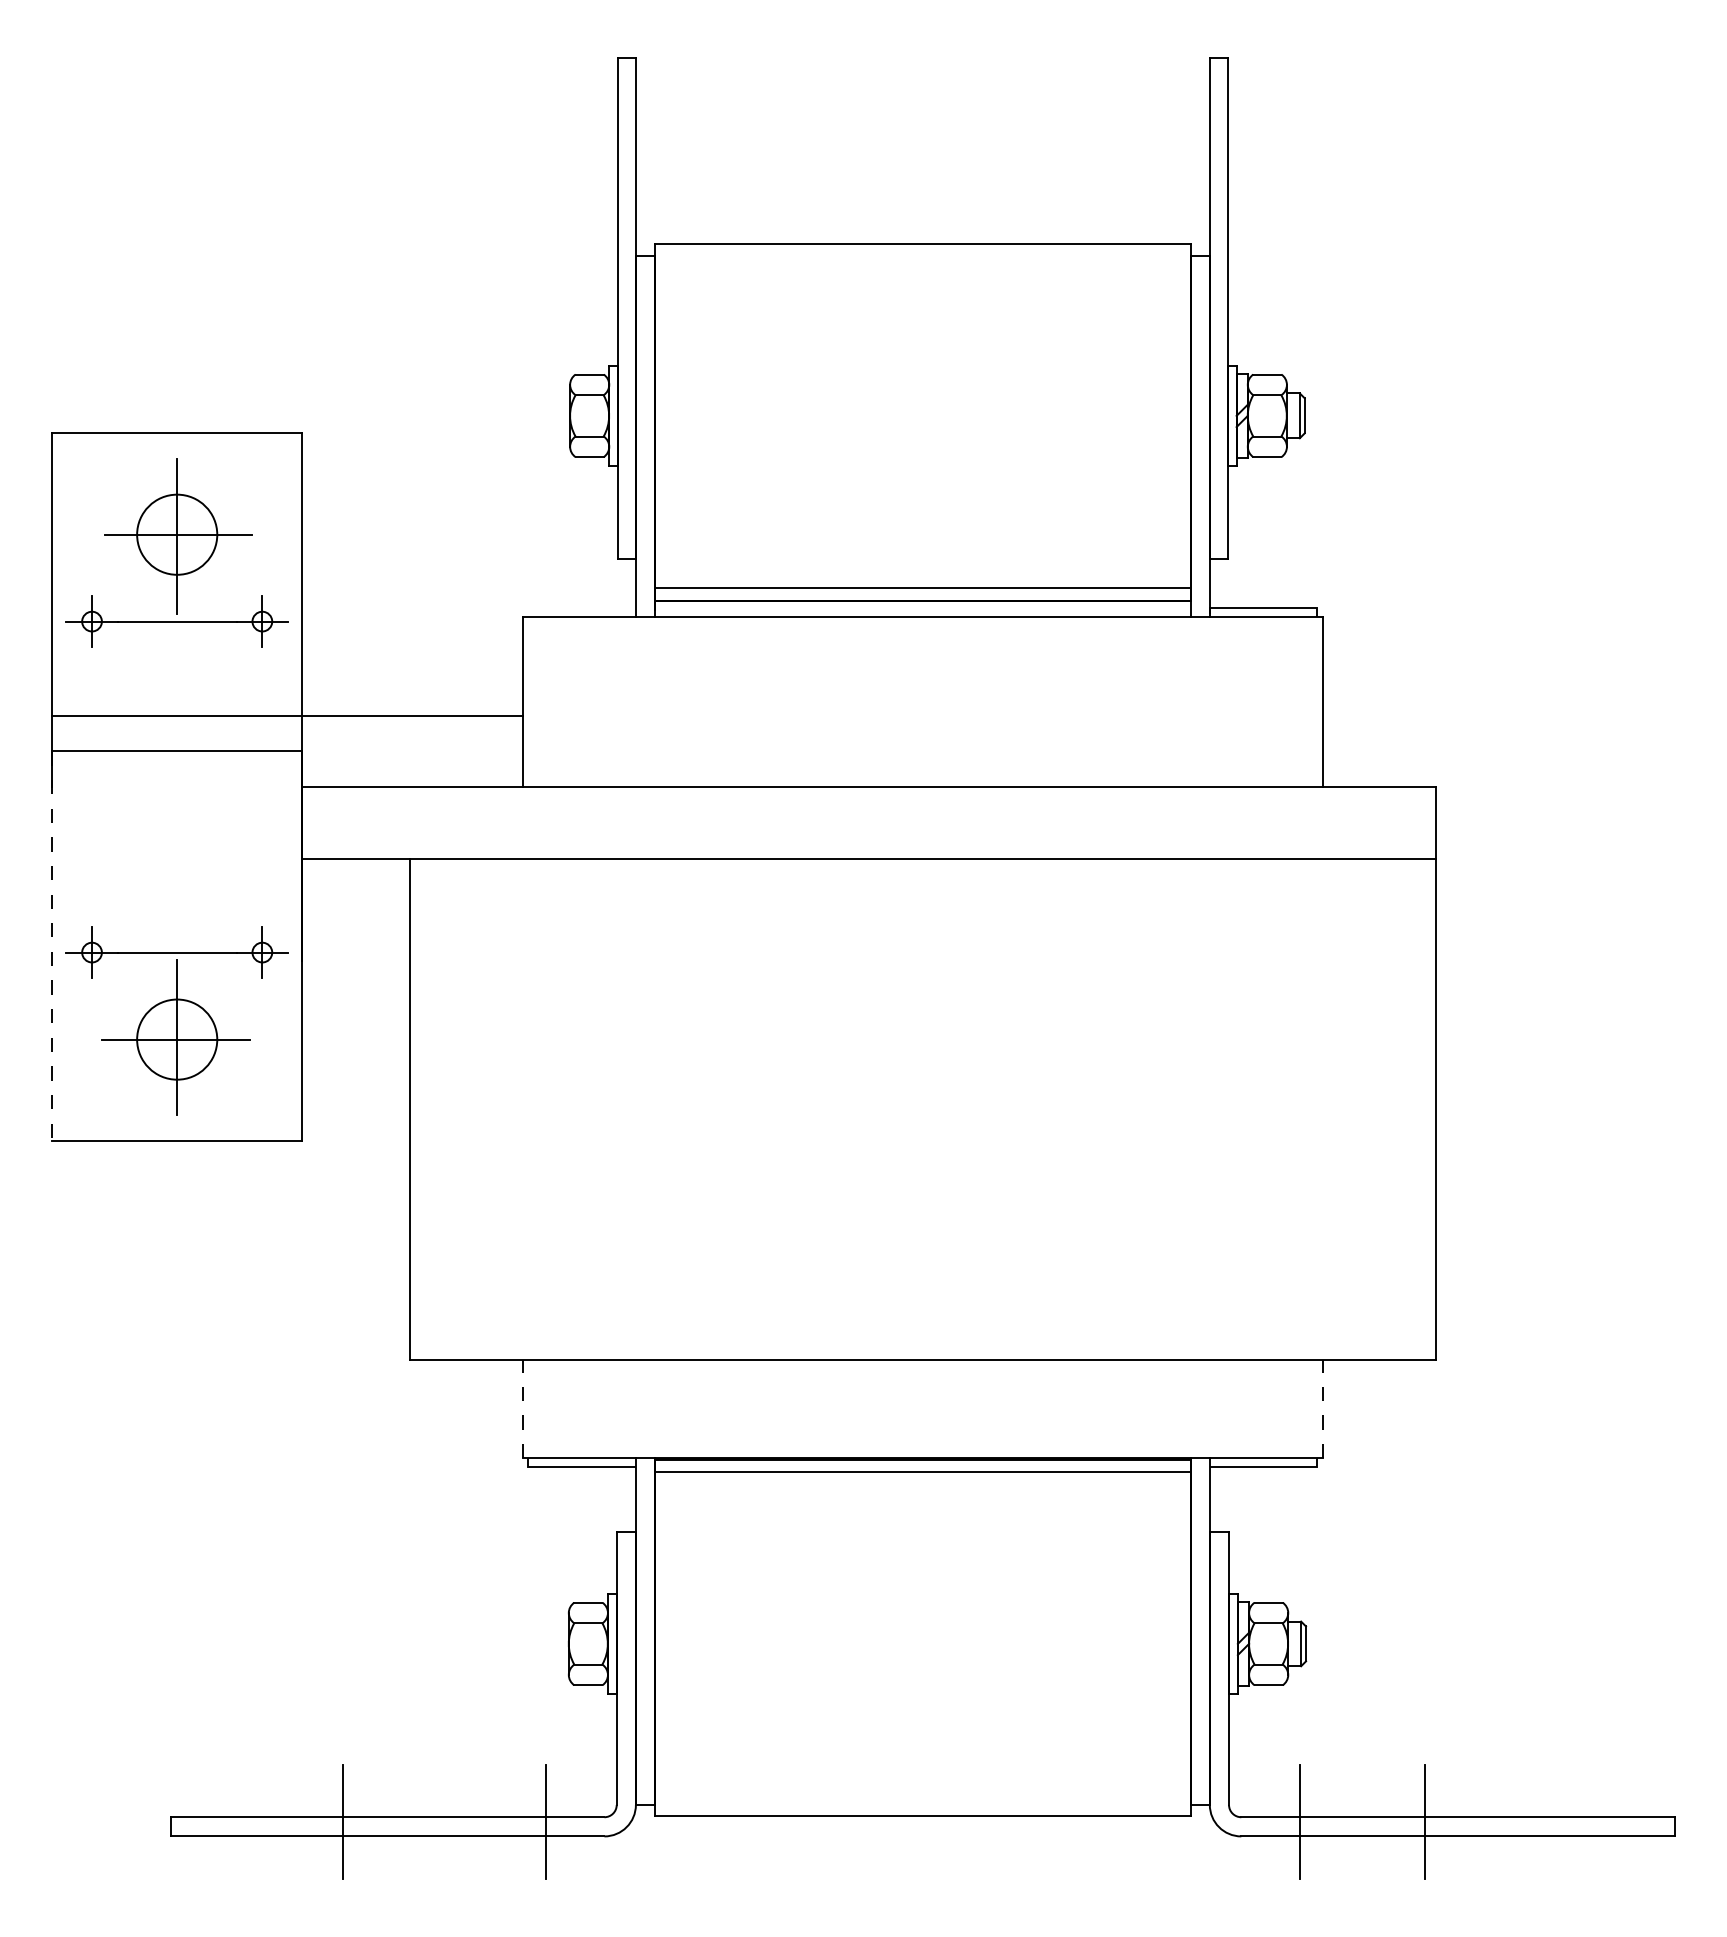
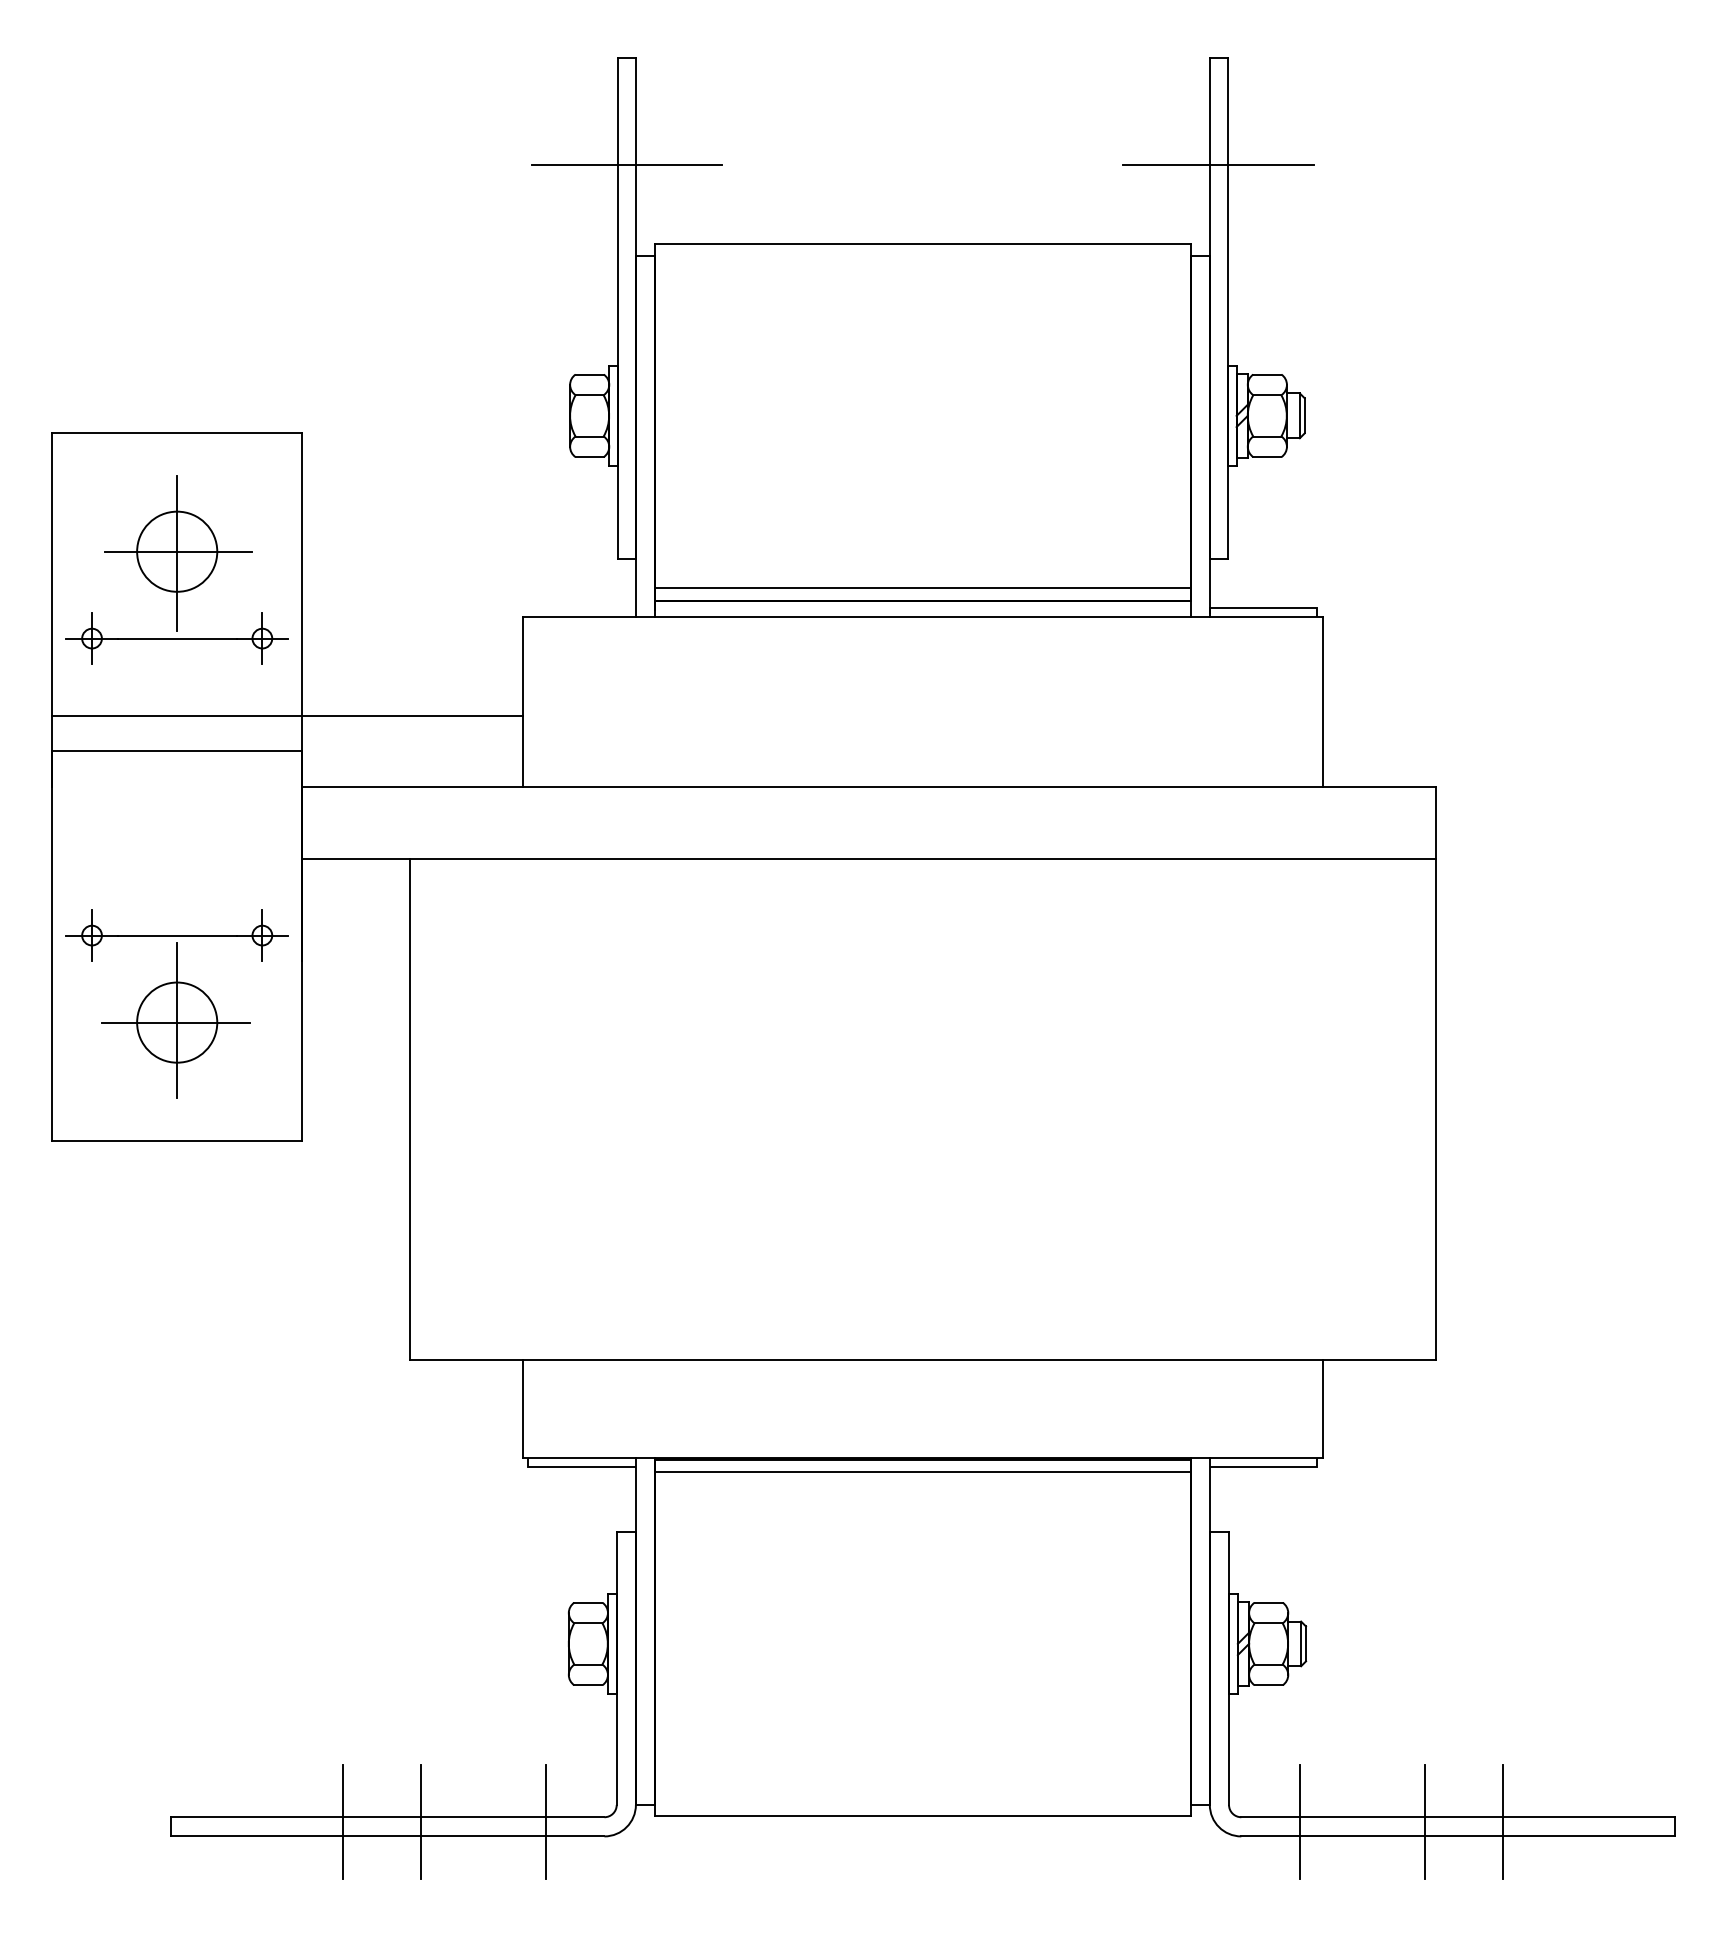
line at (626, 165): none -> present
line at (1218, 165): none -> present
part at (176, 552) position: (176, 552) -> (176, 569)
line at (51, 946): dashed -> solid
part at (176, 1020) position: (176, 1020) -> (176, 1003)
line at (522, 1408): dashed -> solid
line at (1322, 1408): dashed -> solid
line at (421, 1821): none -> present
line at (1503, 1821): none -> present
